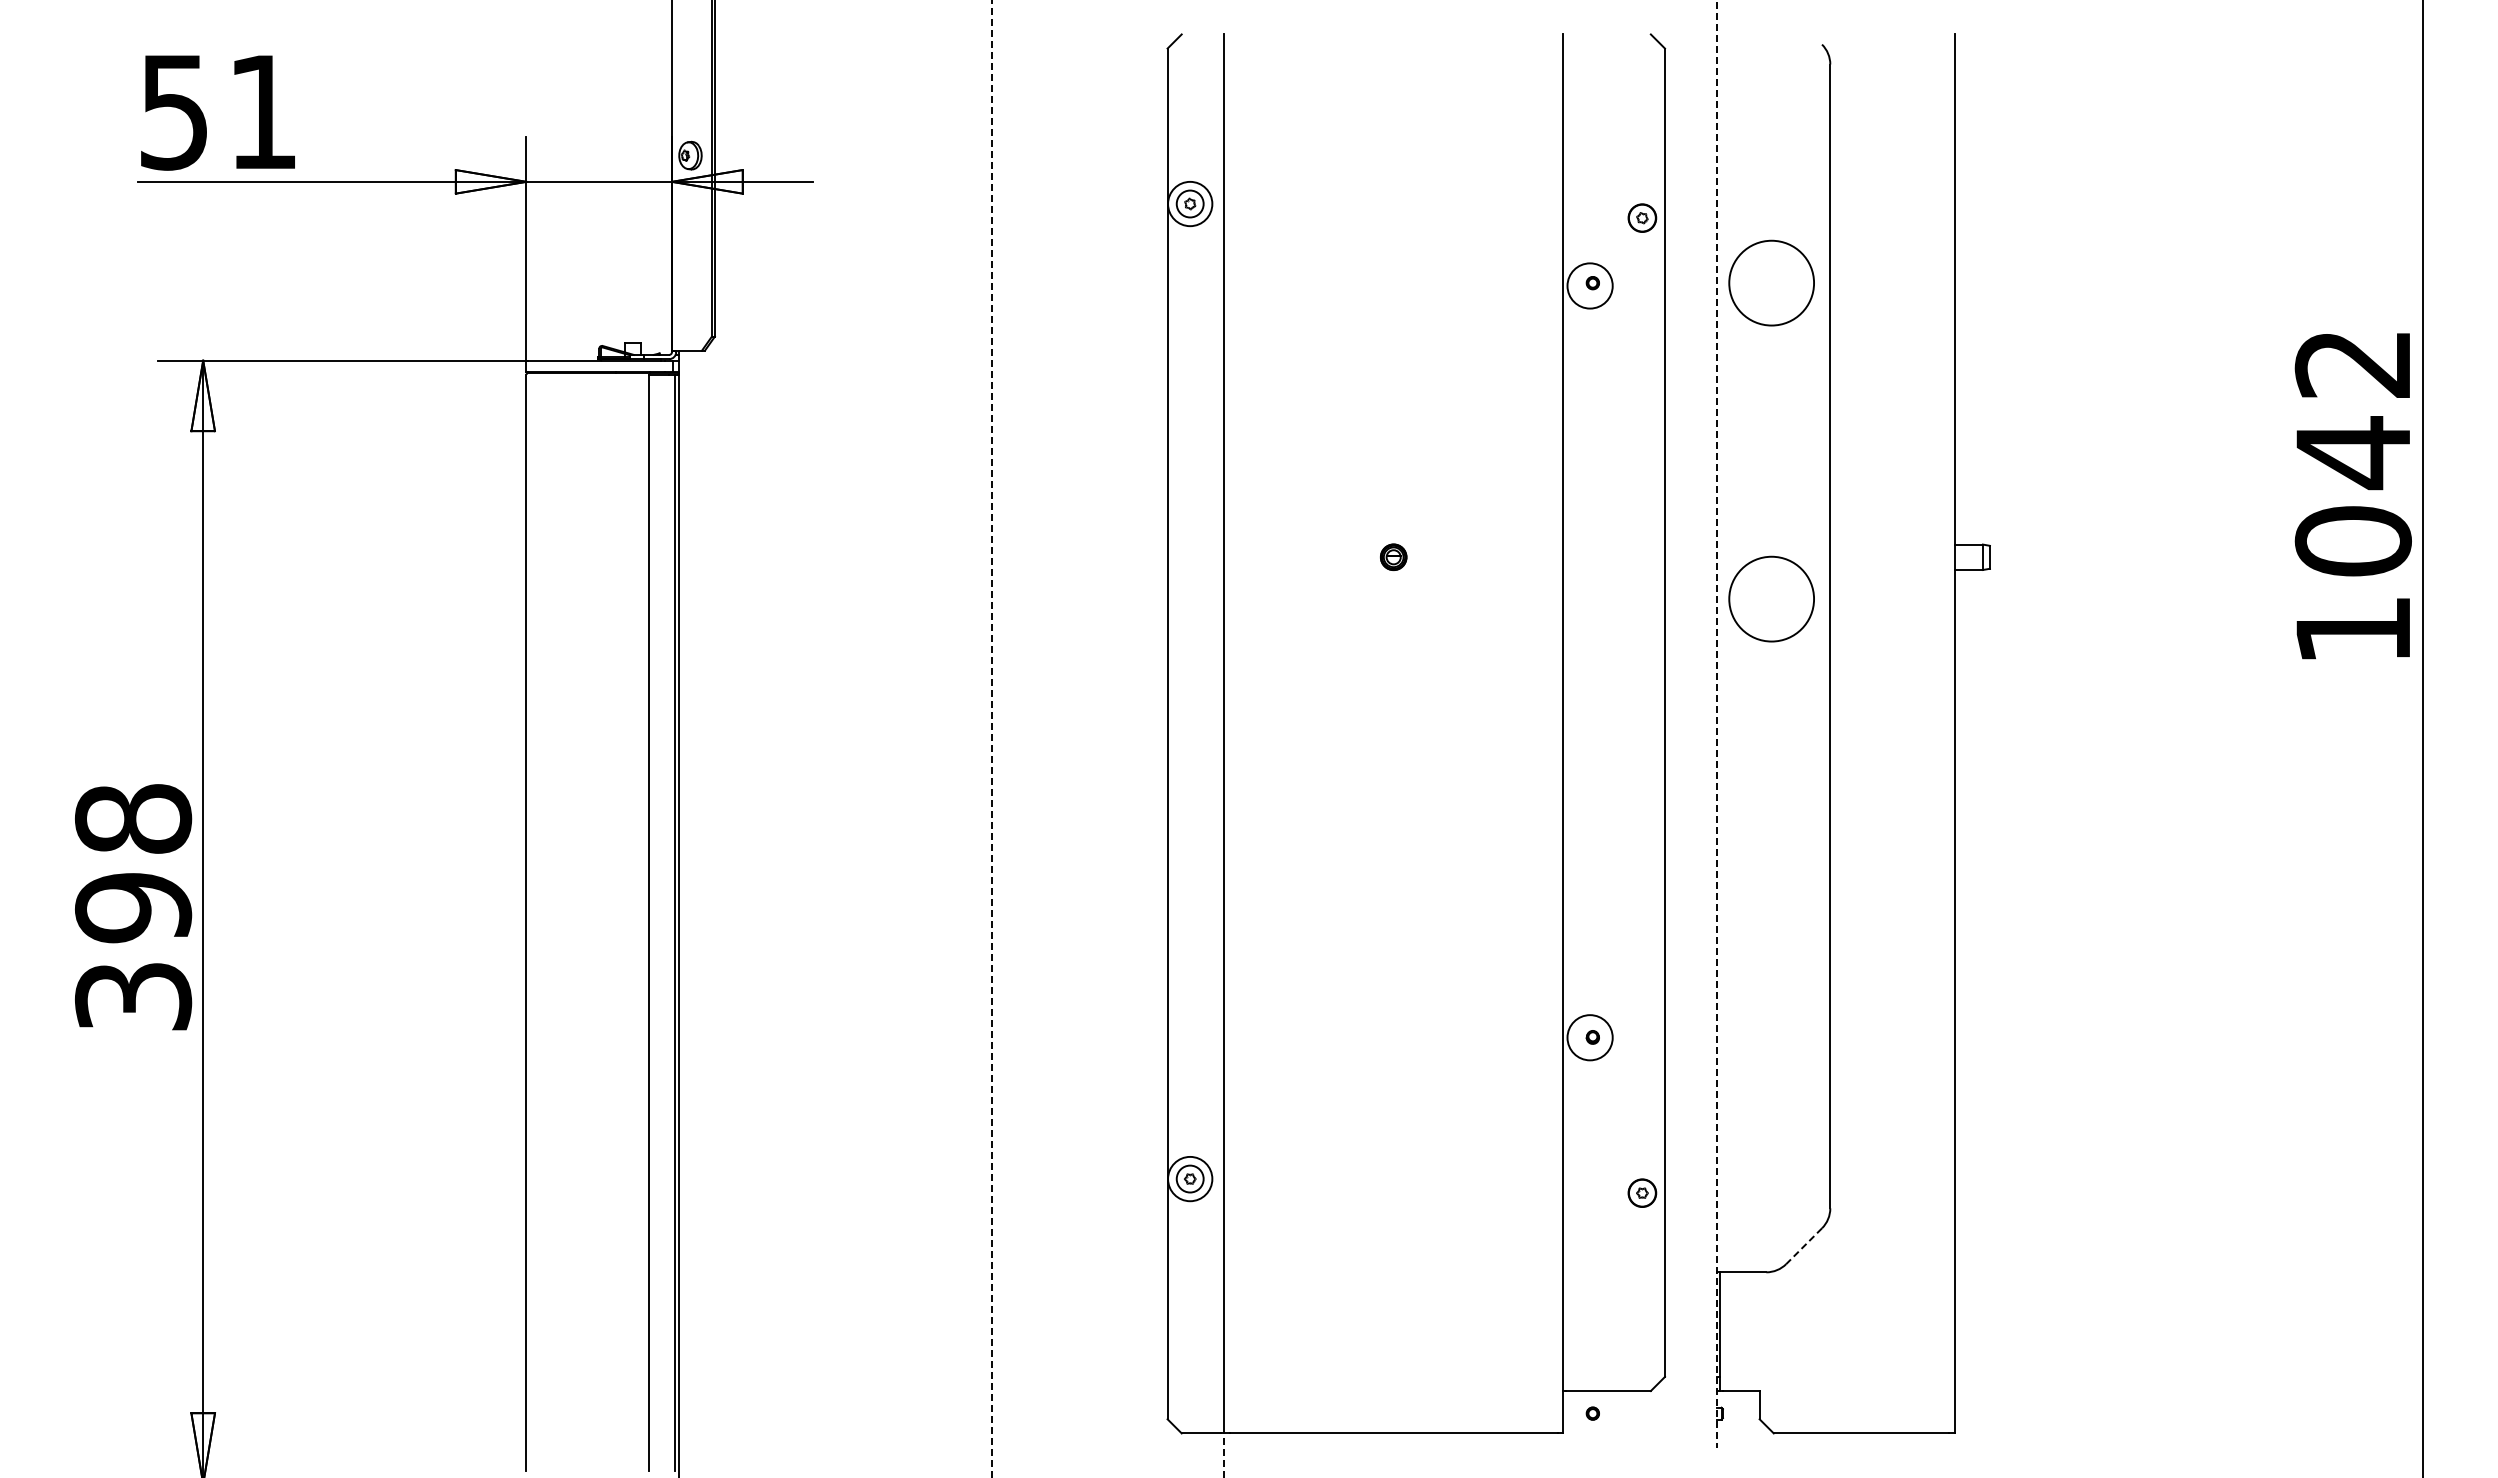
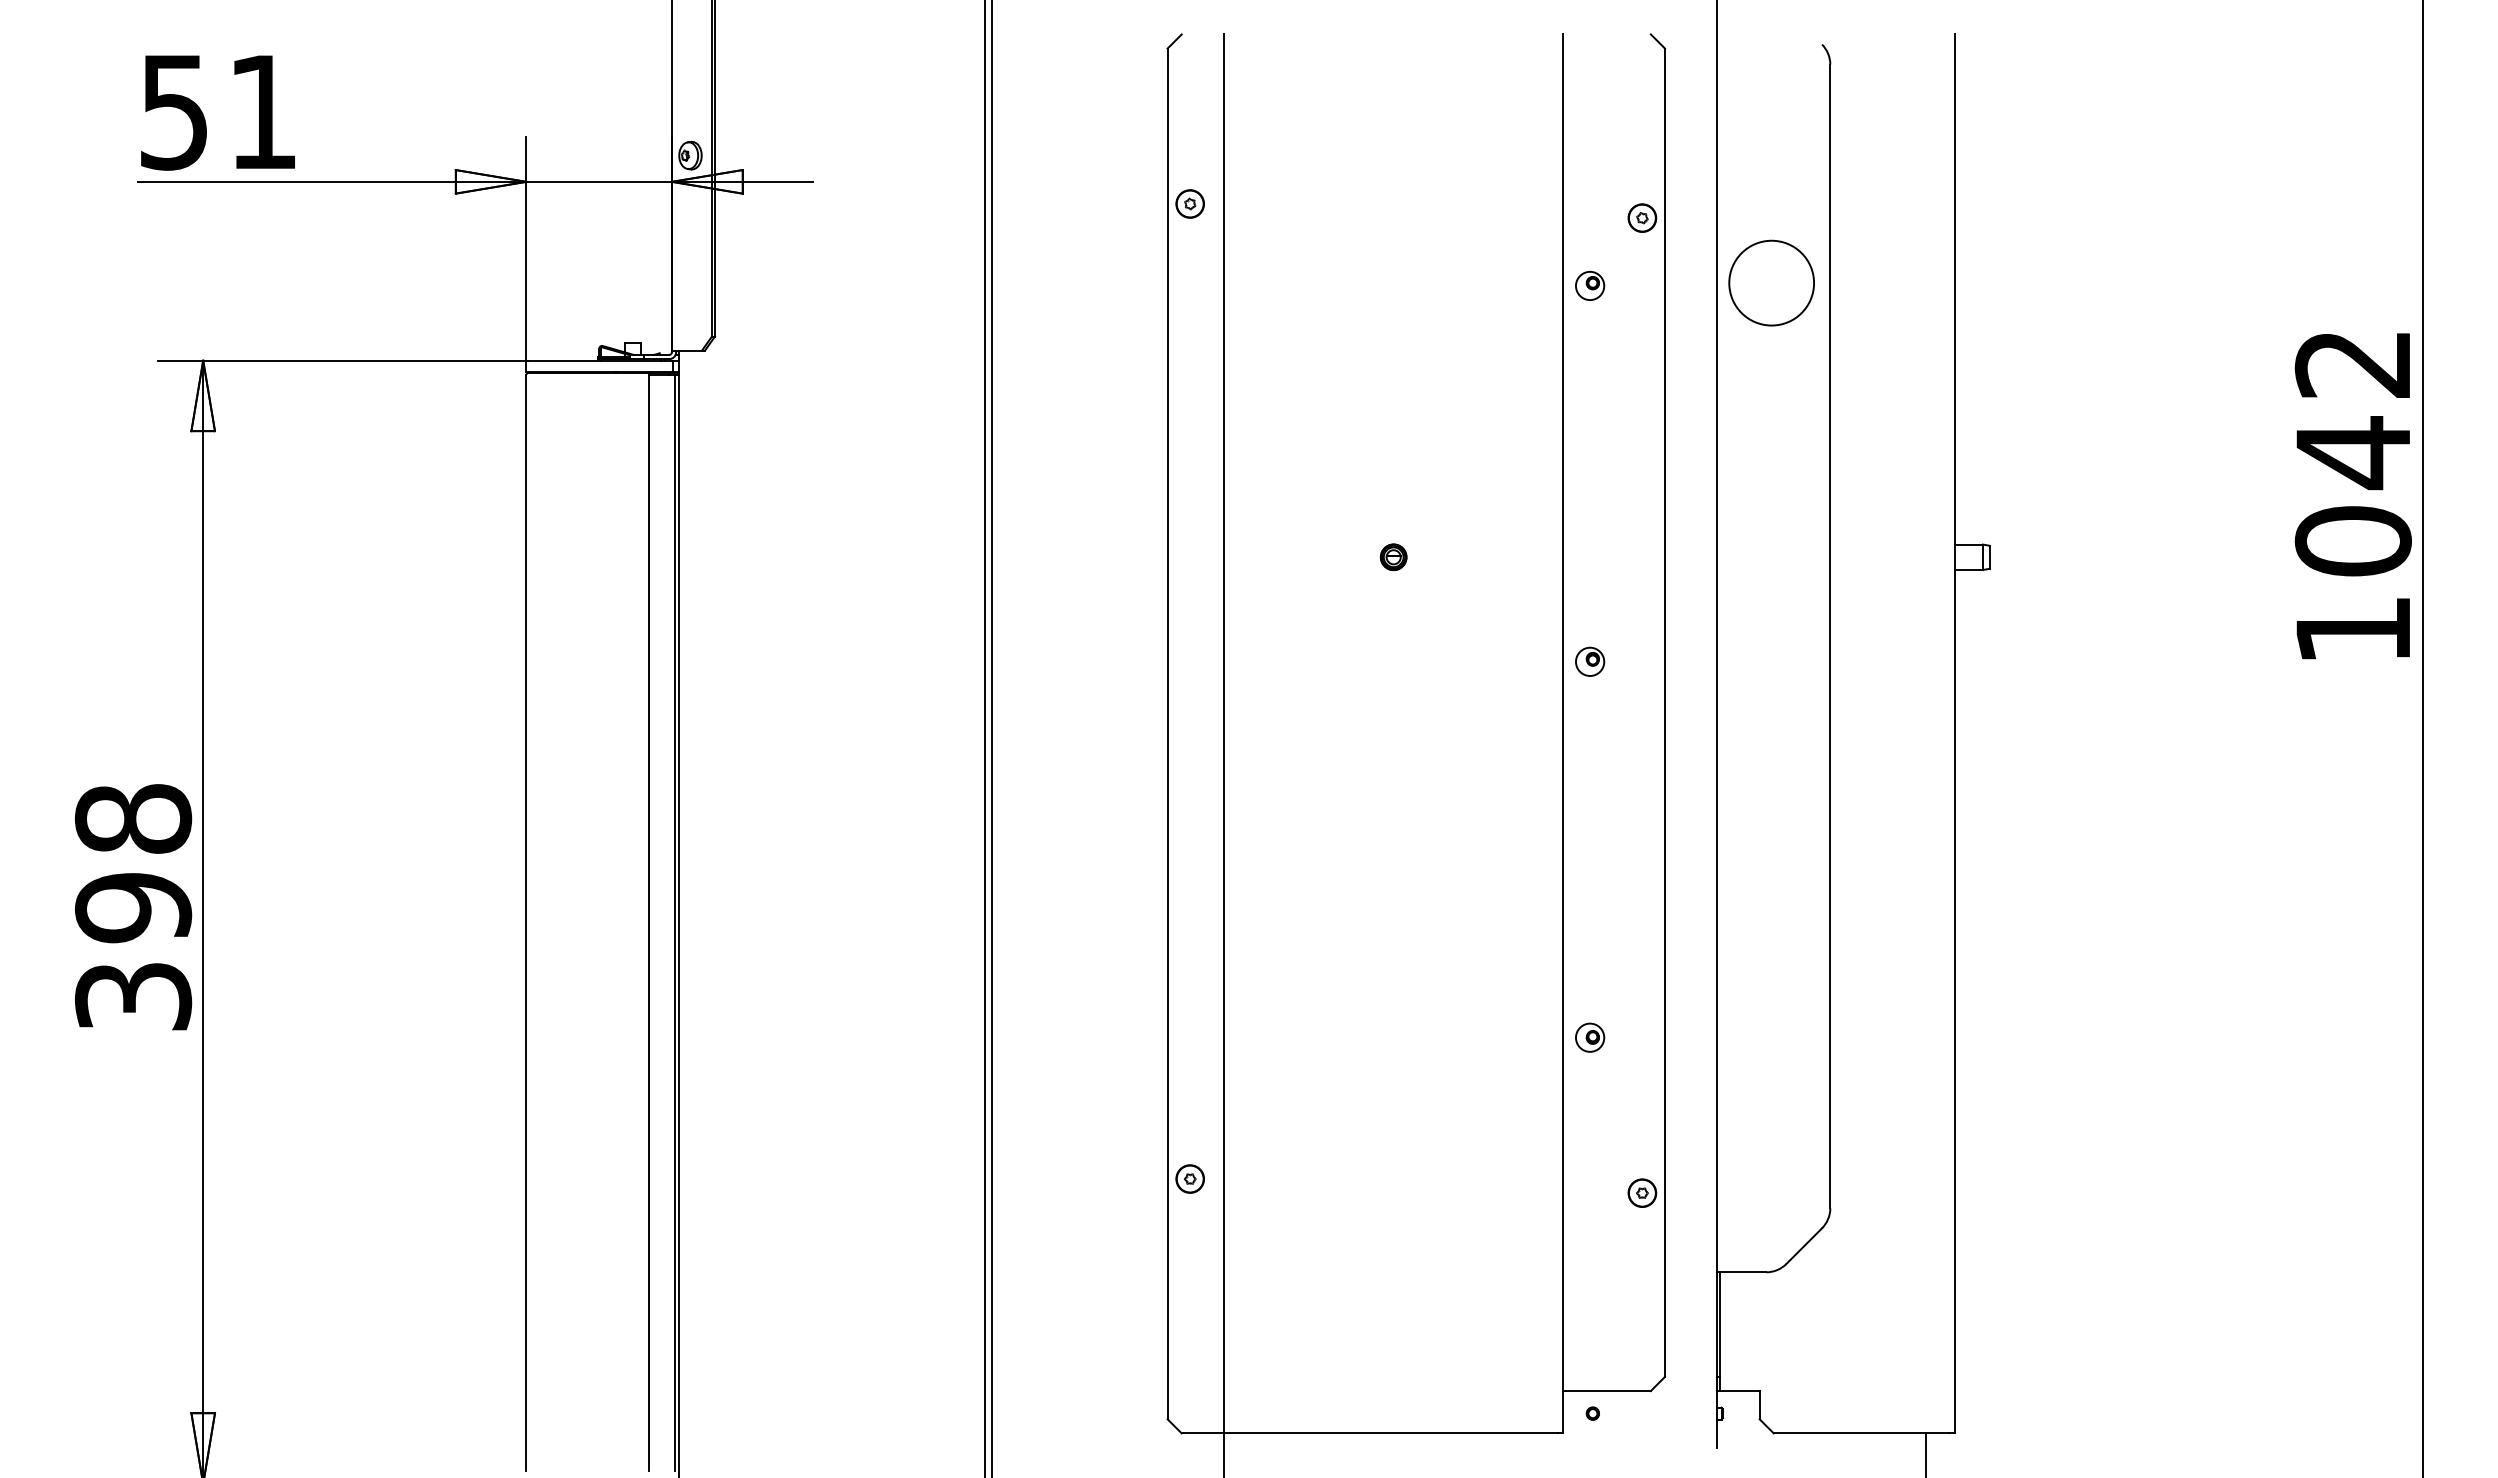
circle at (1190, 203) diameter: 44 px -> 28 px
circle at (1589, 285) diameter: 45 px -> 28 px
circle at (1771, 598): present -> none
part at (1590, 661): none -> present
line at (1717, 724): dashed -> solid
line at (984, 738): none -> present
line at (992, 738): dashed -> solid
circle at (1589, 1037) diameter: 45 px -> 28 px
circle at (1190, 1178) diameter: 44 px -> 28 px
line at (1803, 1246): dashed -> solid
line at (1925, 1453): none -> present
line at (1224, 1455): dashed -> solid
